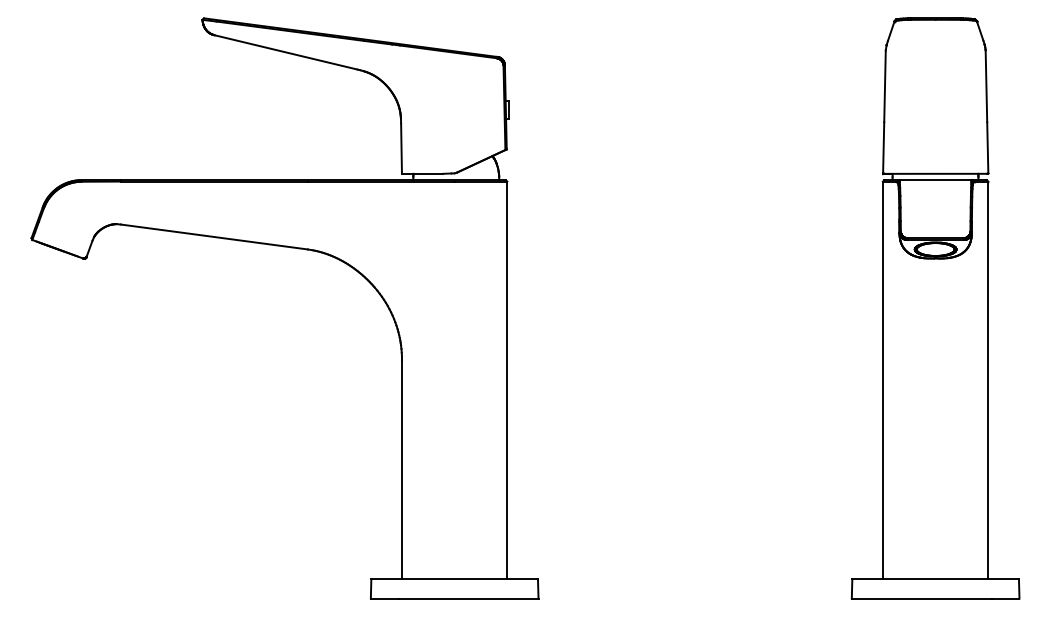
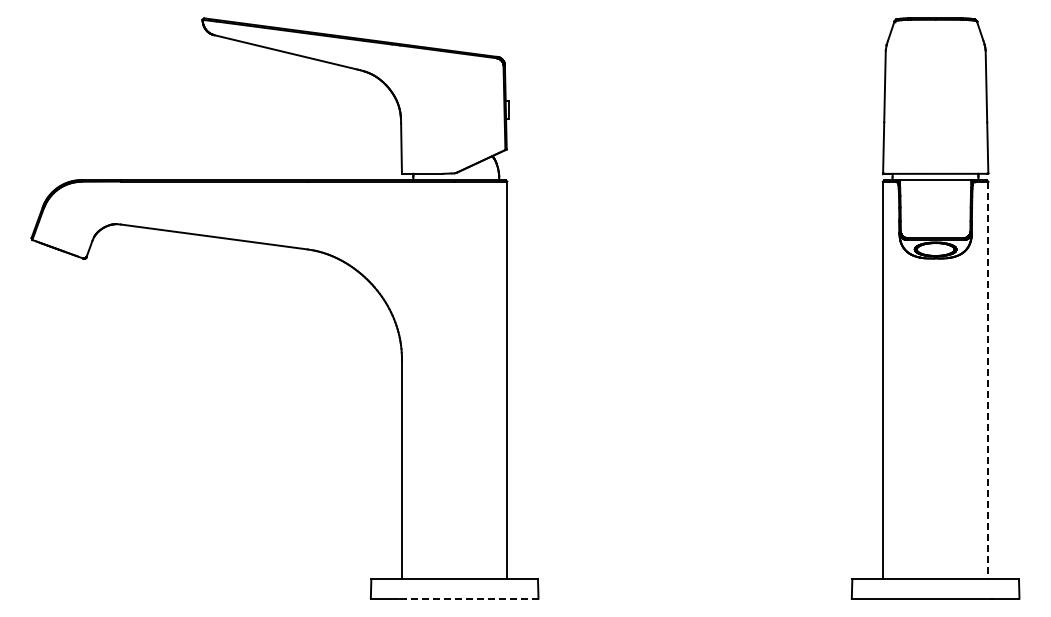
line at (988, 380): solid -> dashed
line at (468, 598): solid -> dashed
